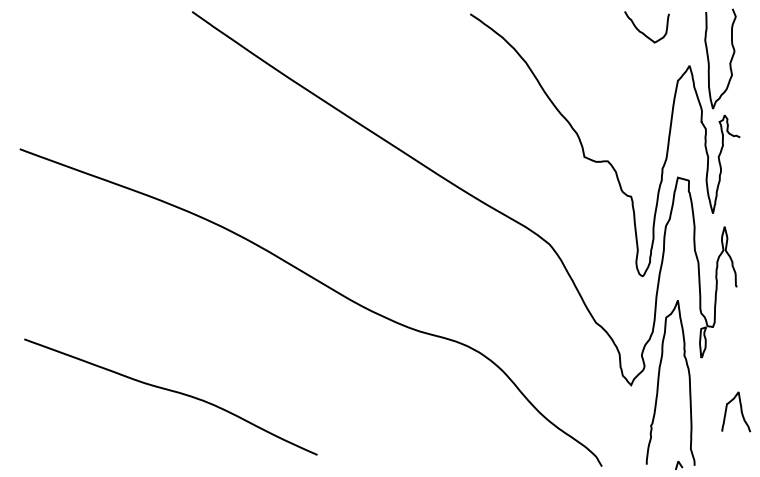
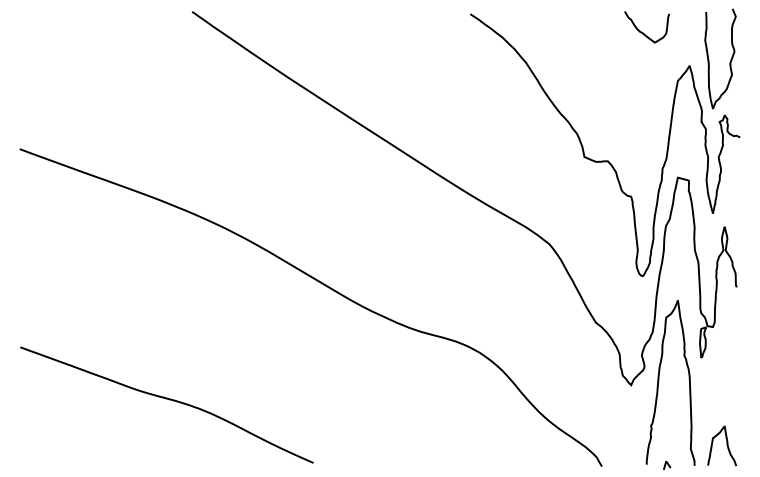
curve at (170, 391) position: (170, 391) -> (166, 399)
curve at (740, 411) position: (740, 411) -> (726, 445)
line at (679, 465) position: (679, 465) -> (667, 465)
